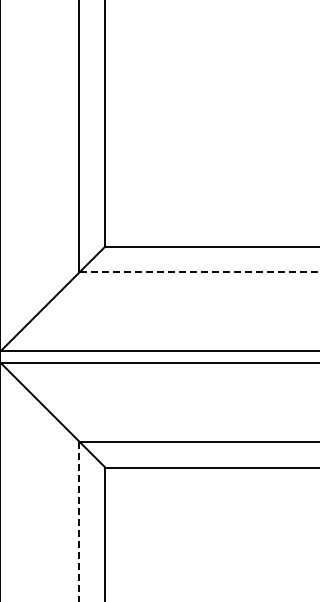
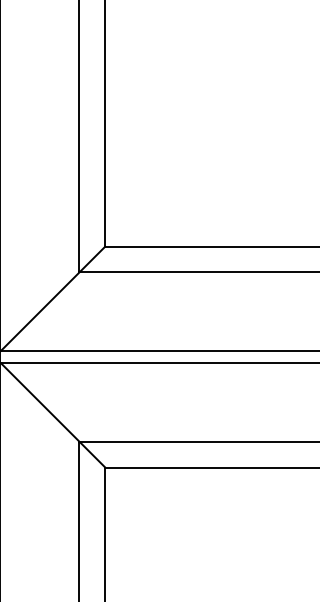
line at (199, 272): dashed -> solid
line at (79, 521): dashed -> solid
